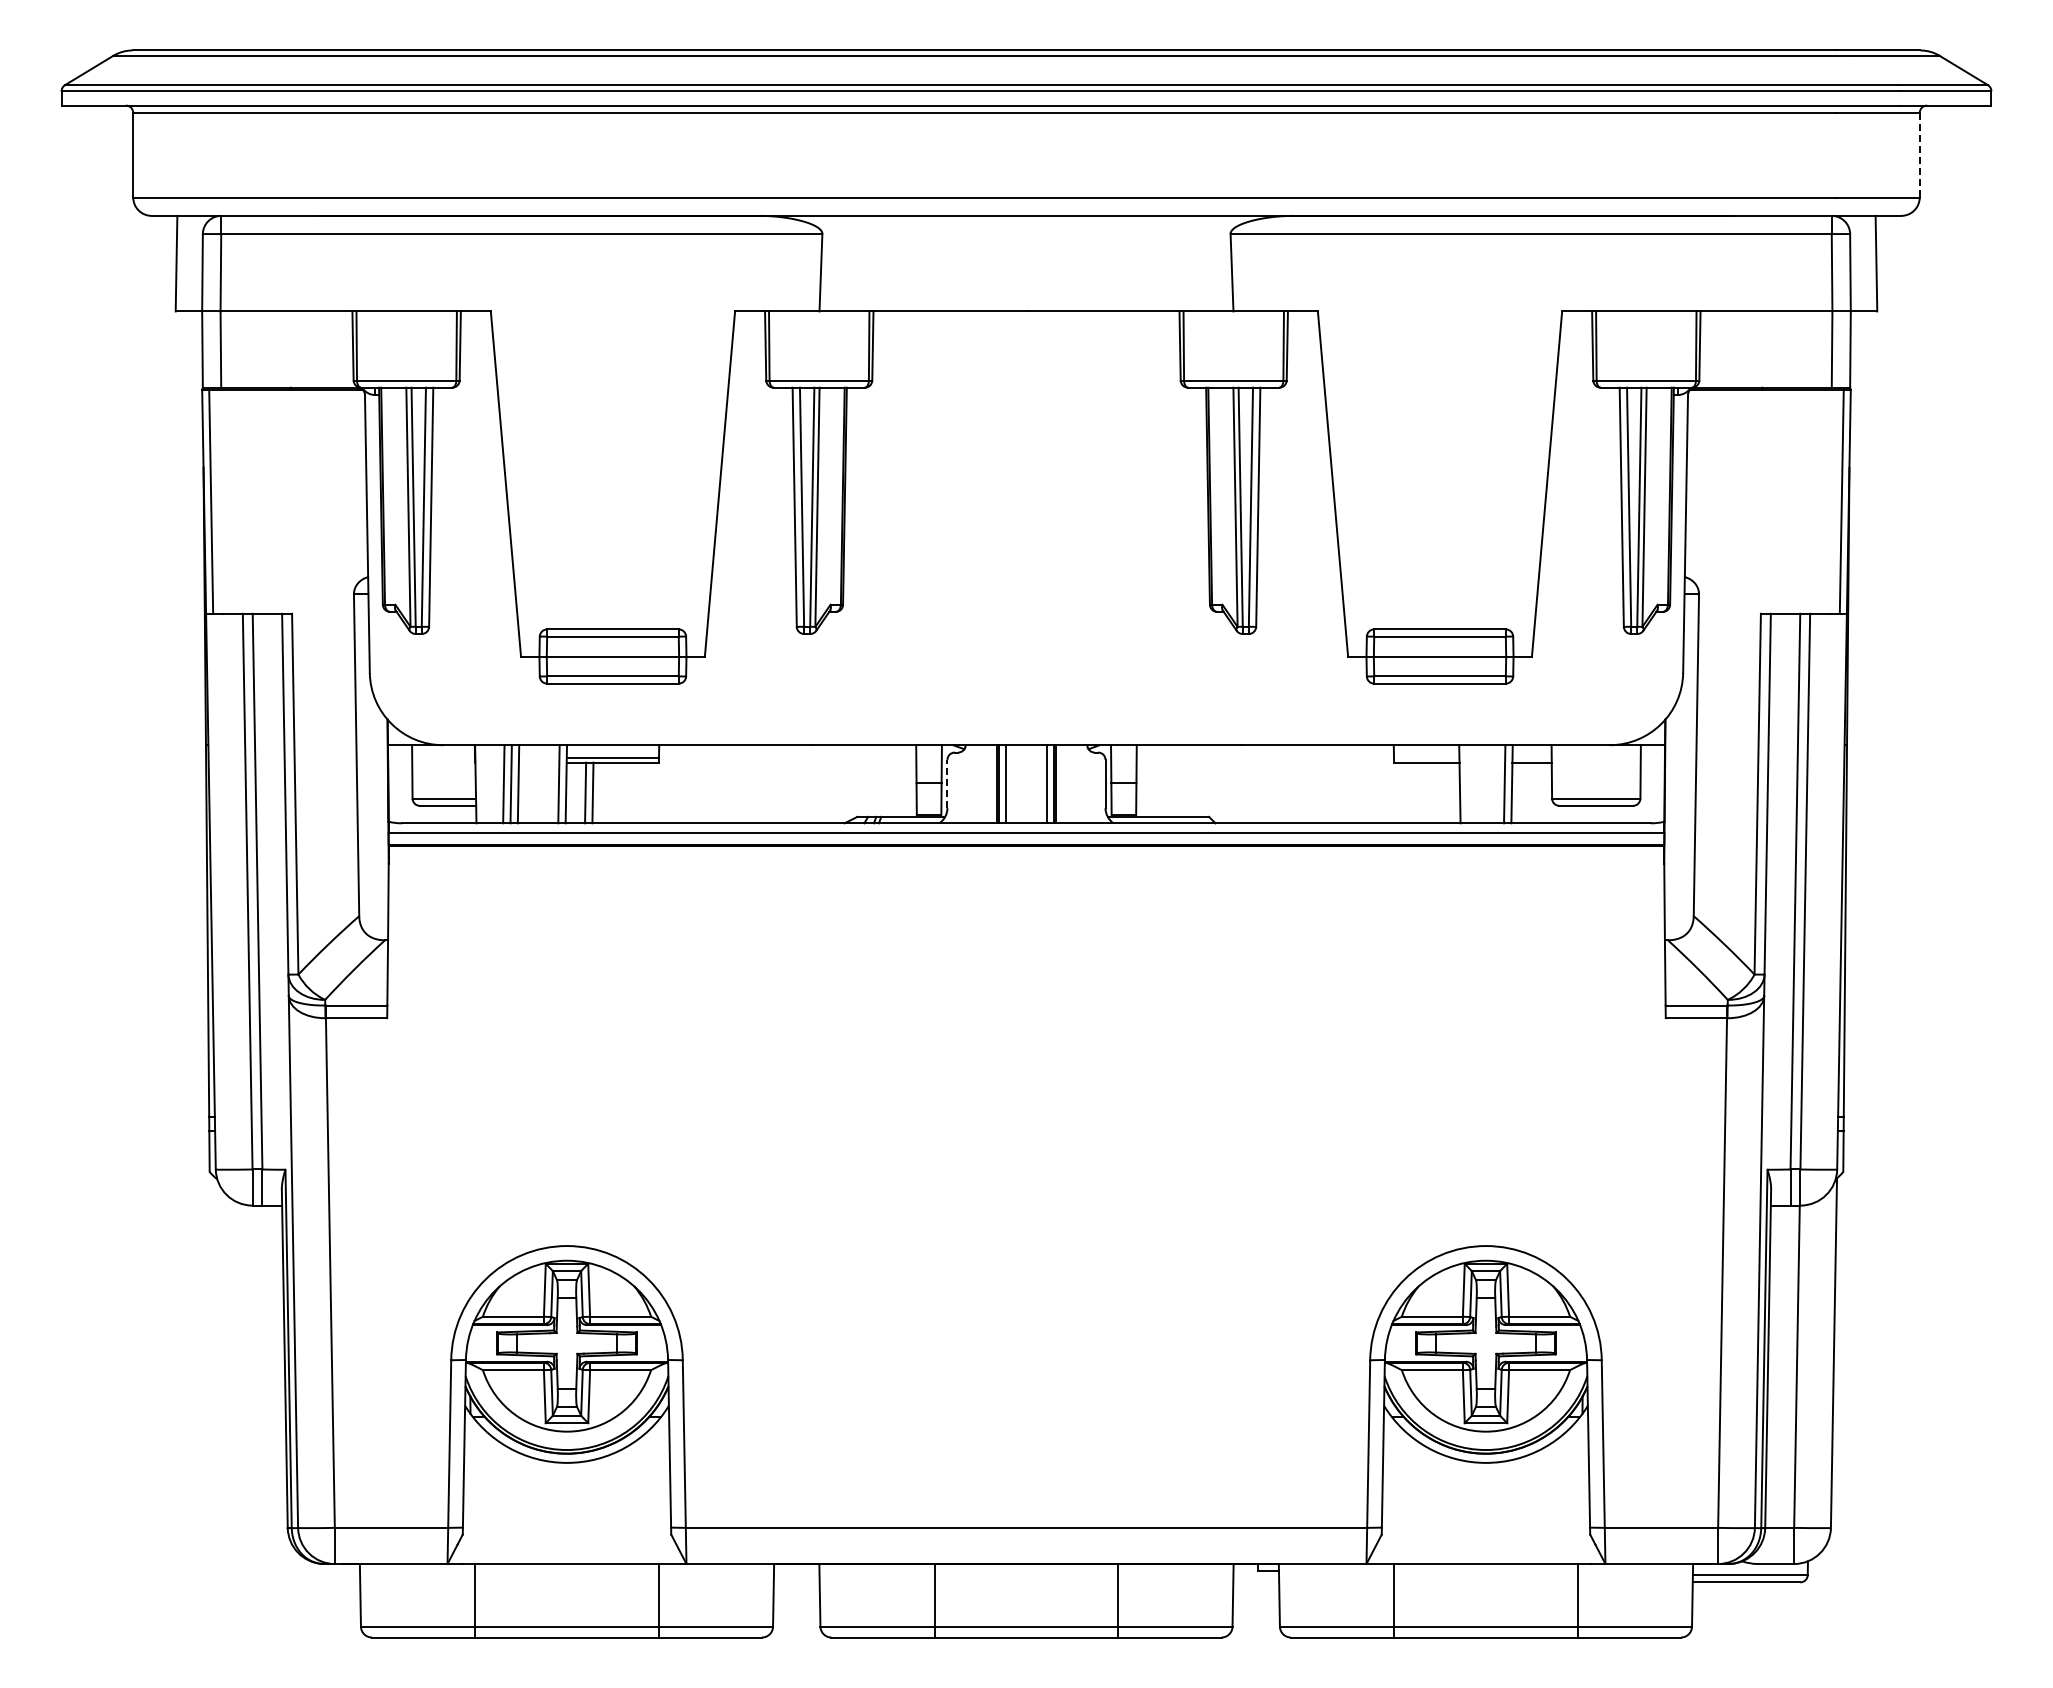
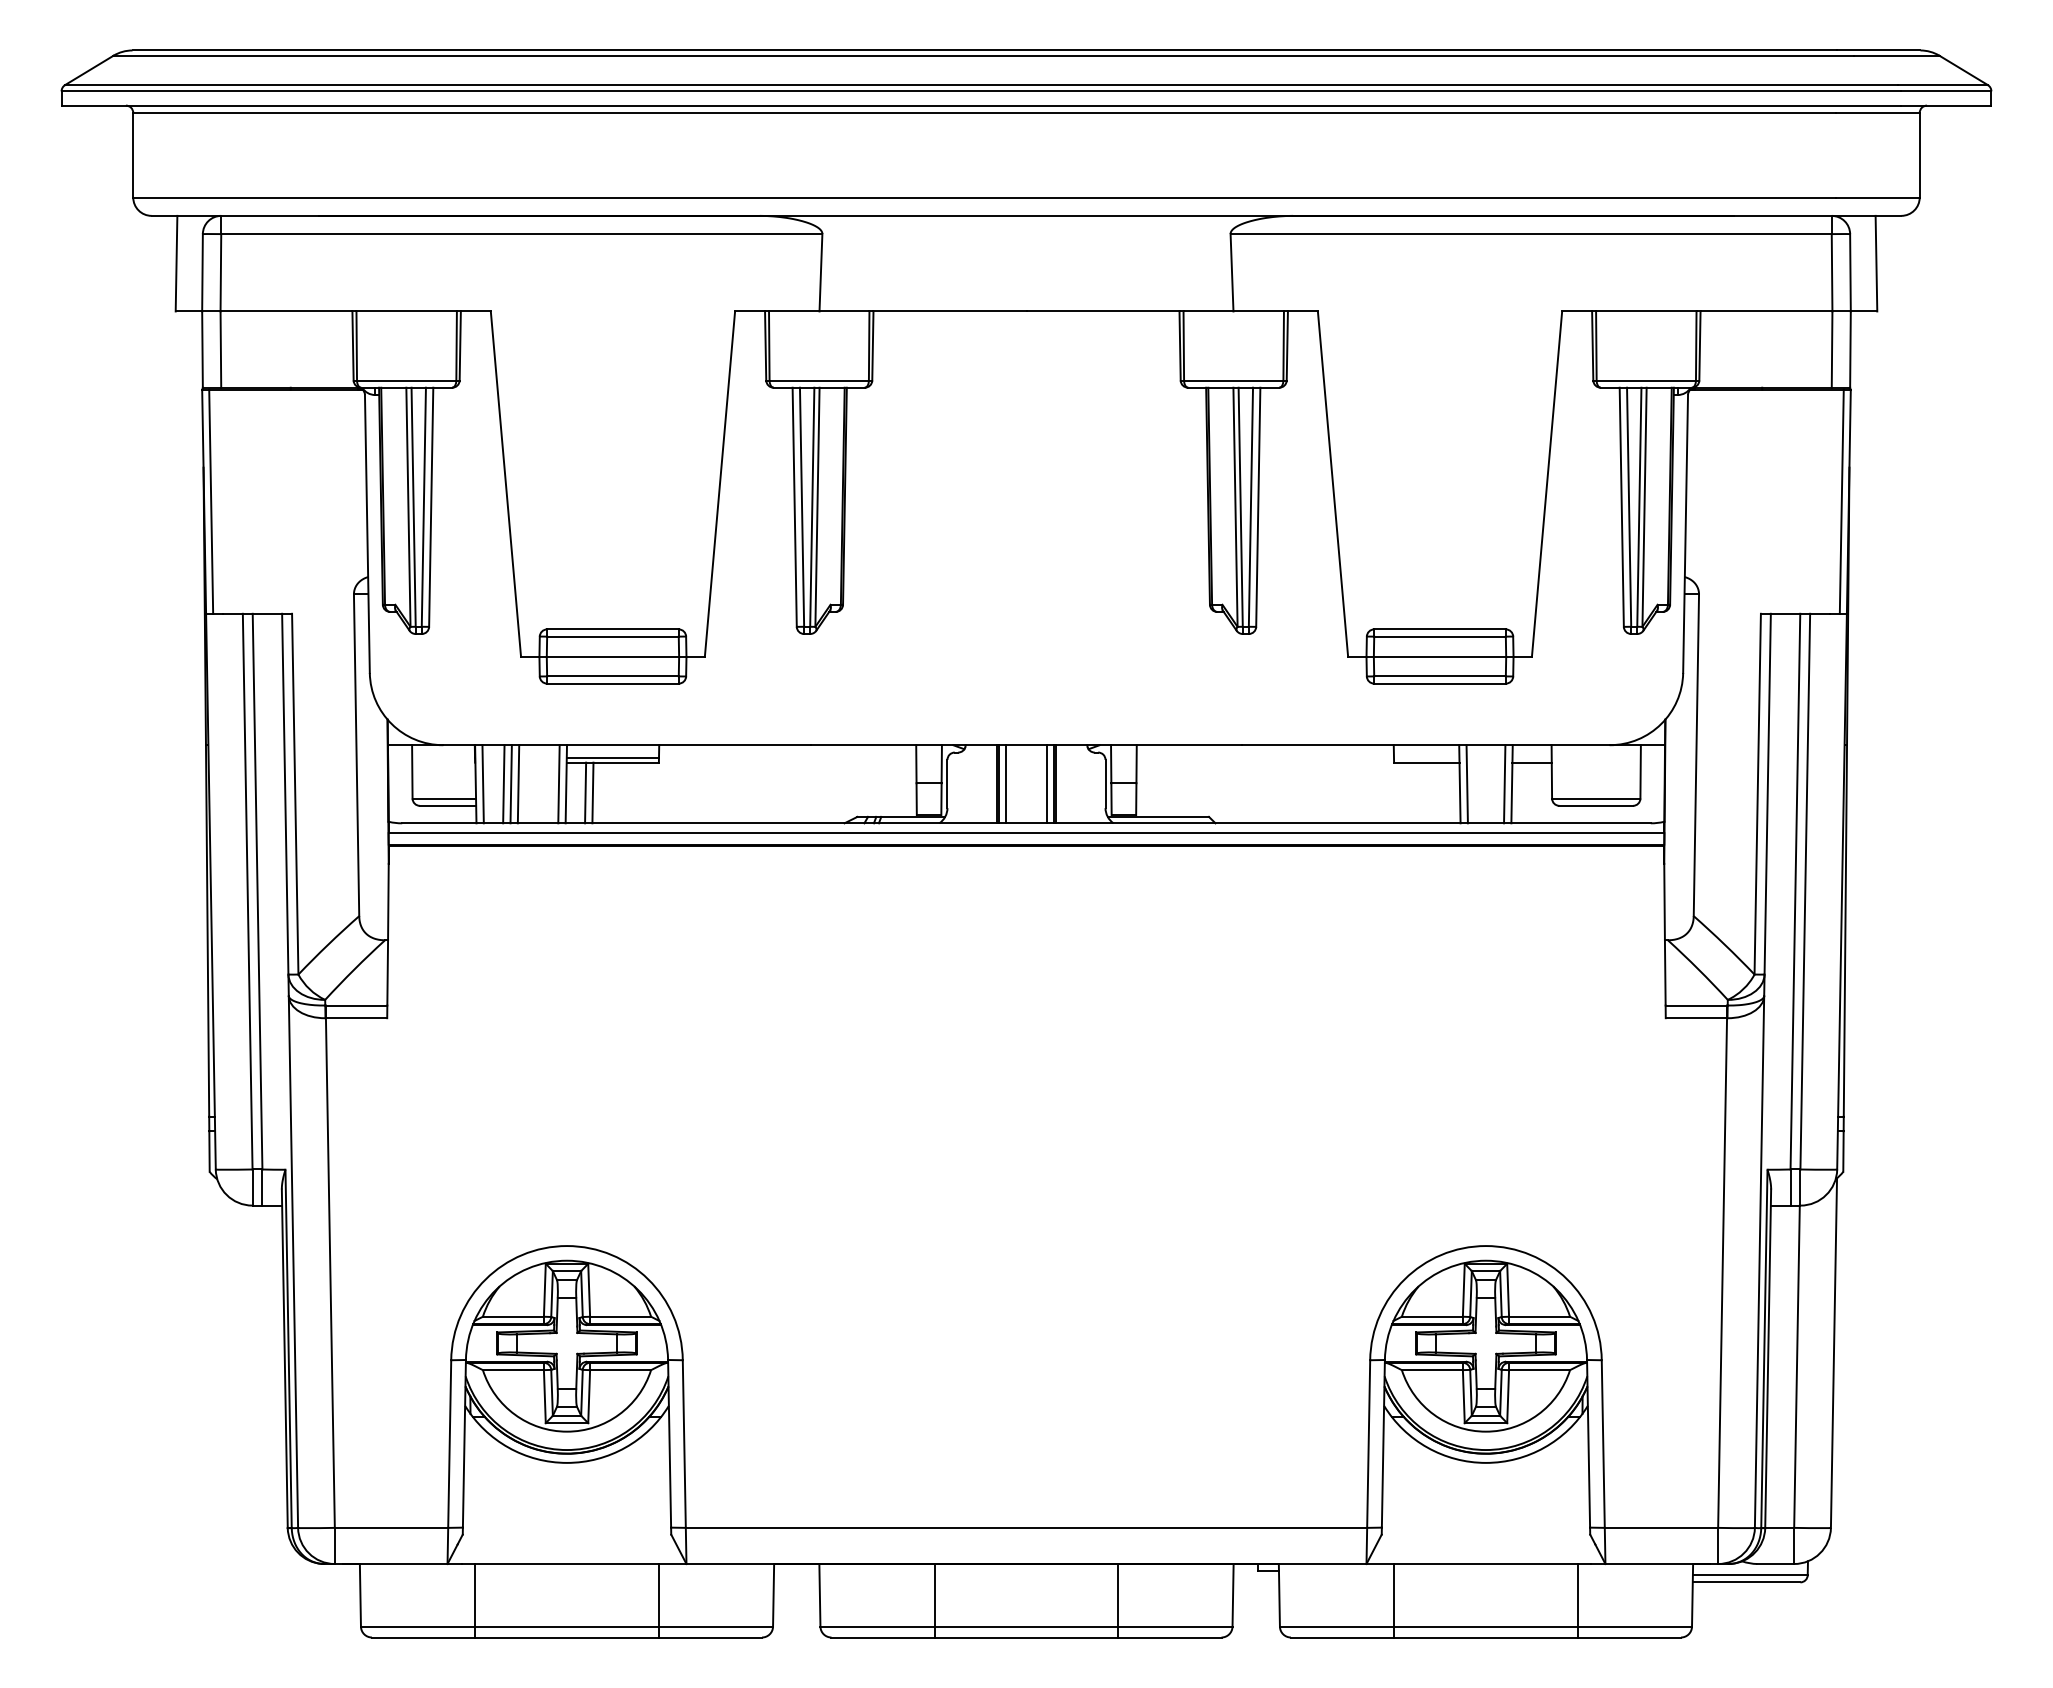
line at (1919, 155): dashed -> solid
line at (947, 783): dashed -> solid
line at (482, 784): none -> present
line at (1466, 784): none -> present
